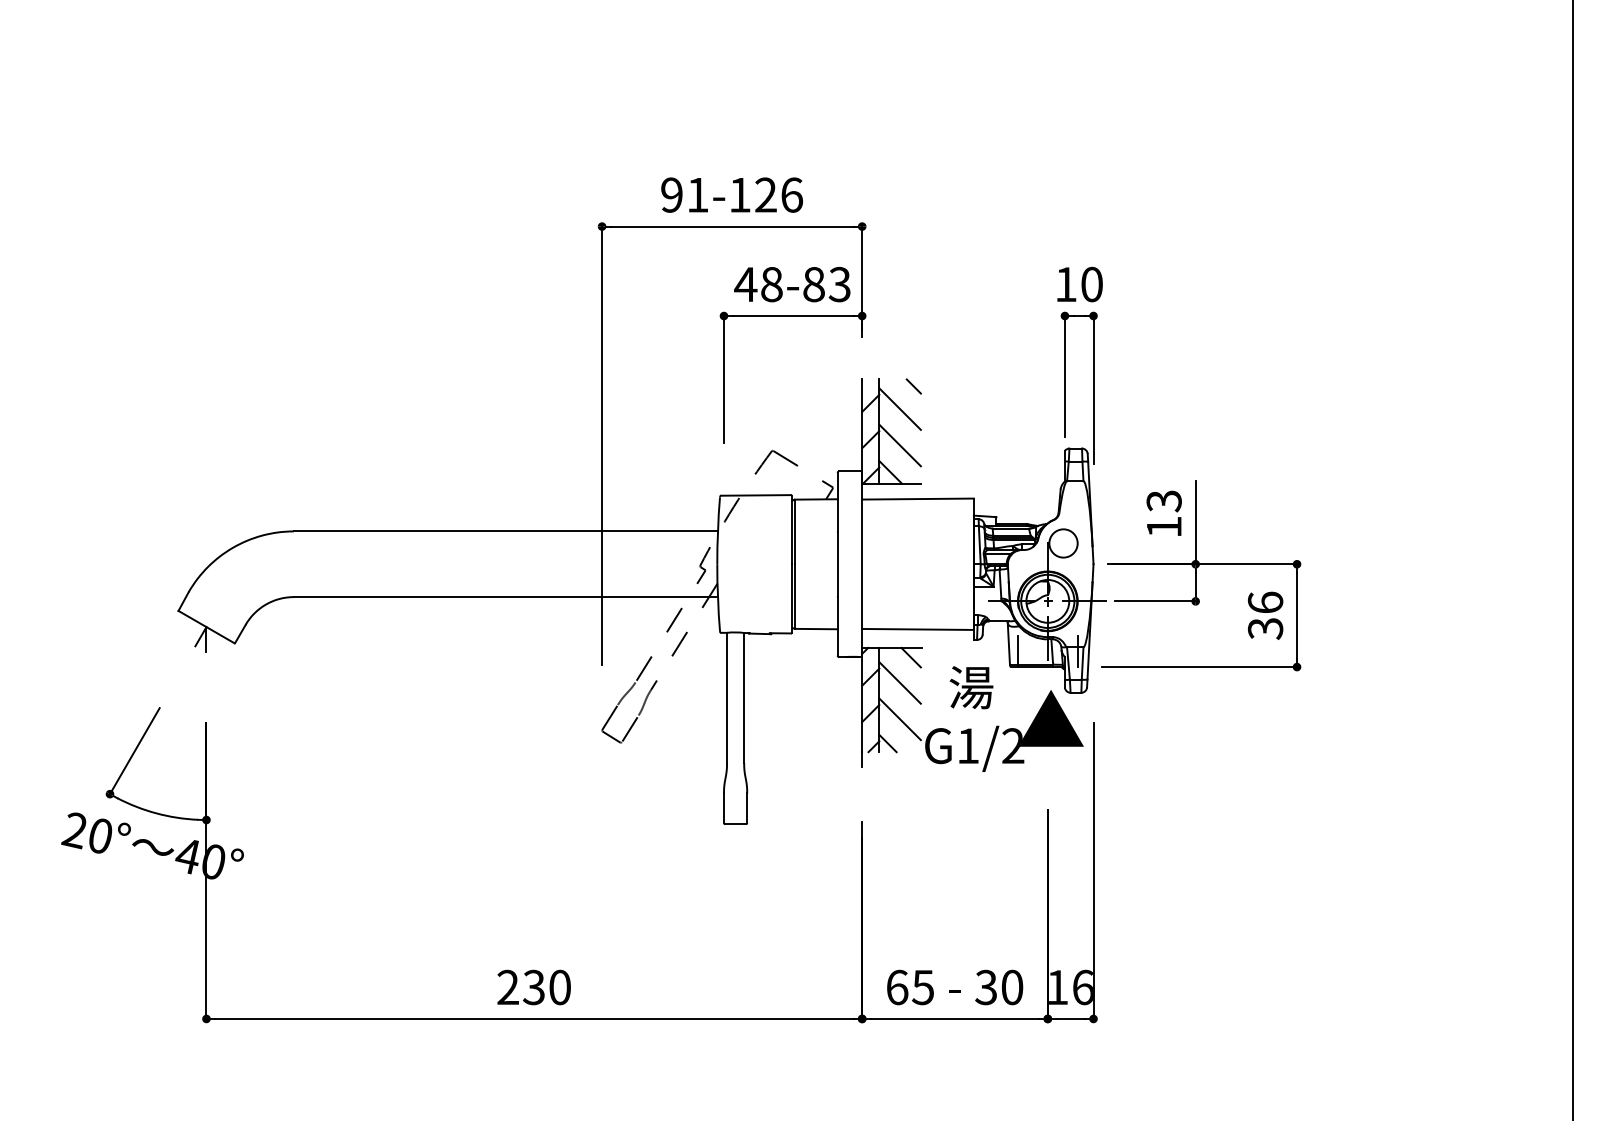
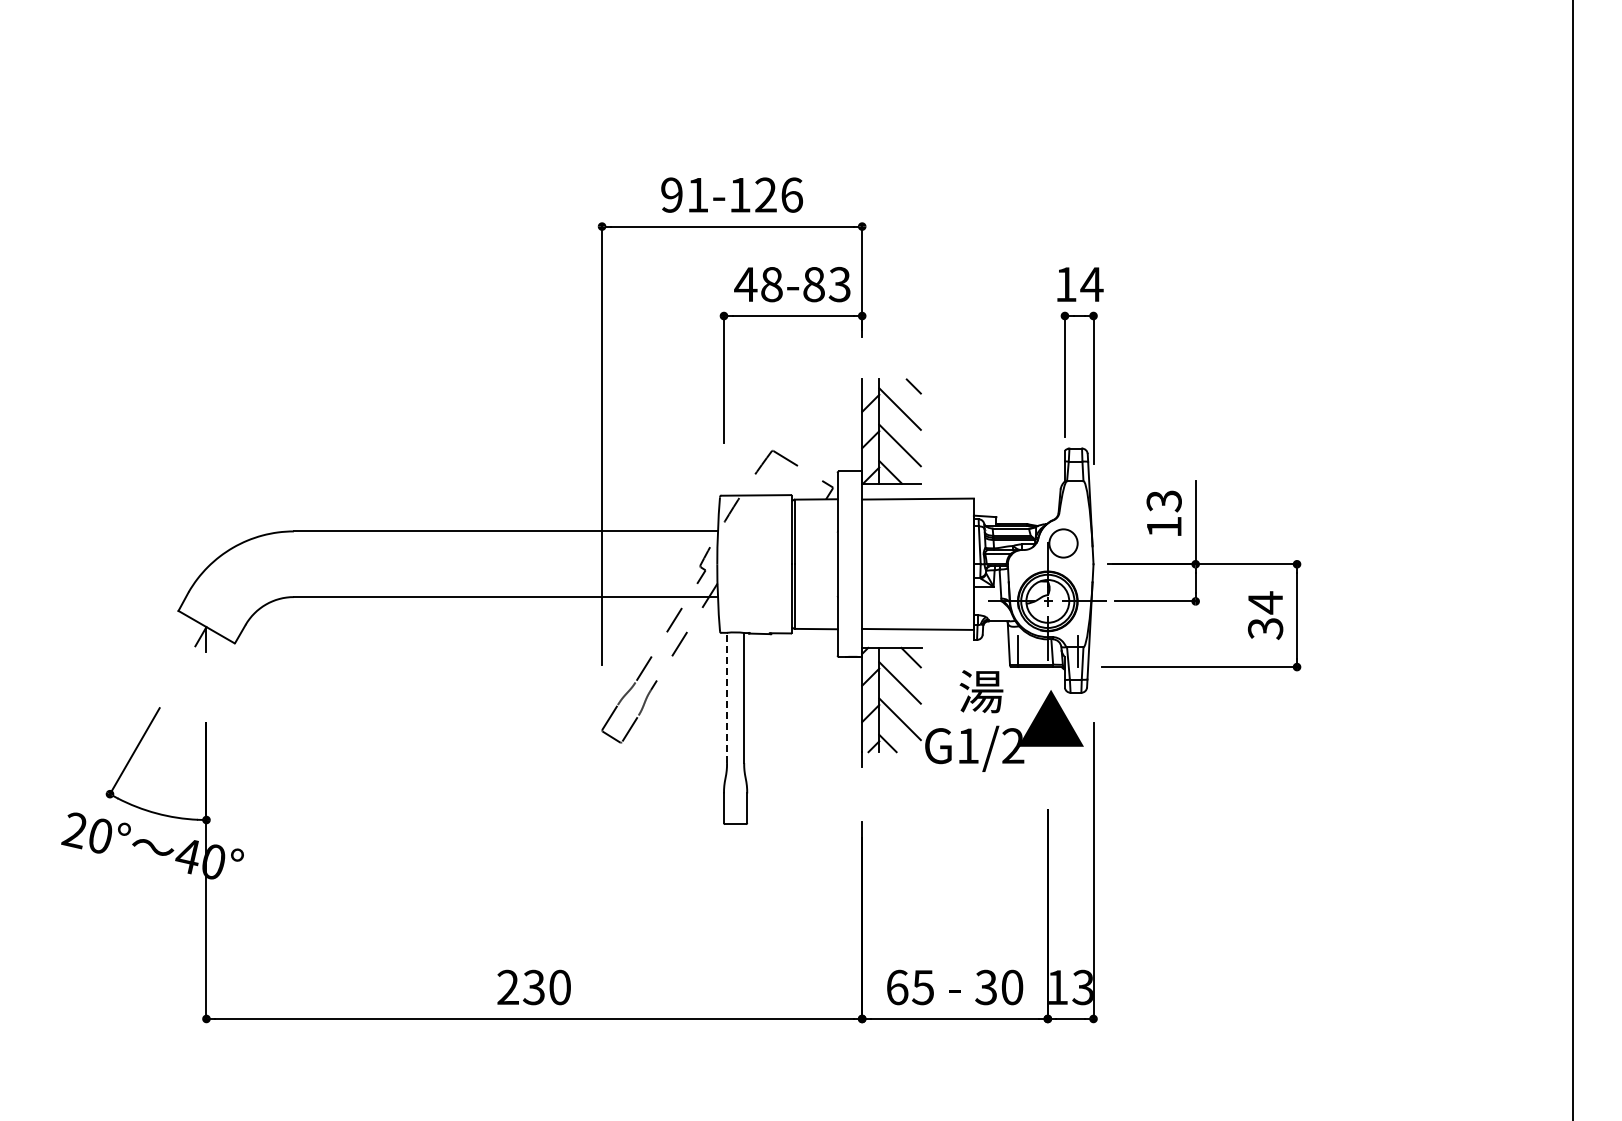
text at (1091, 284): 10 -> 14
text at (1265, 602): 36 -> 34
text at (971, 687) position: (971, 687) -> (981, 691)
line at (727, 697): solid -> dashed
text at (1082, 987): 16 -> 13
